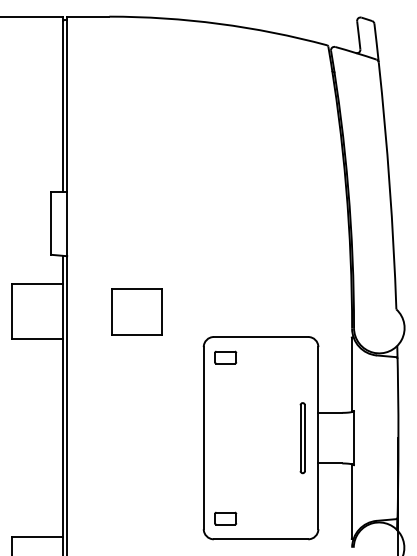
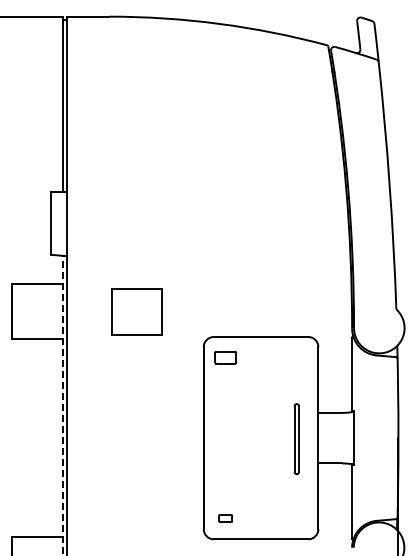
line at (62, 405): solid -> dashed
part at (302, 438) position: (302, 438) -> (296, 439)
part at (225, 518) size: 24x15 px -> 15x9 px
